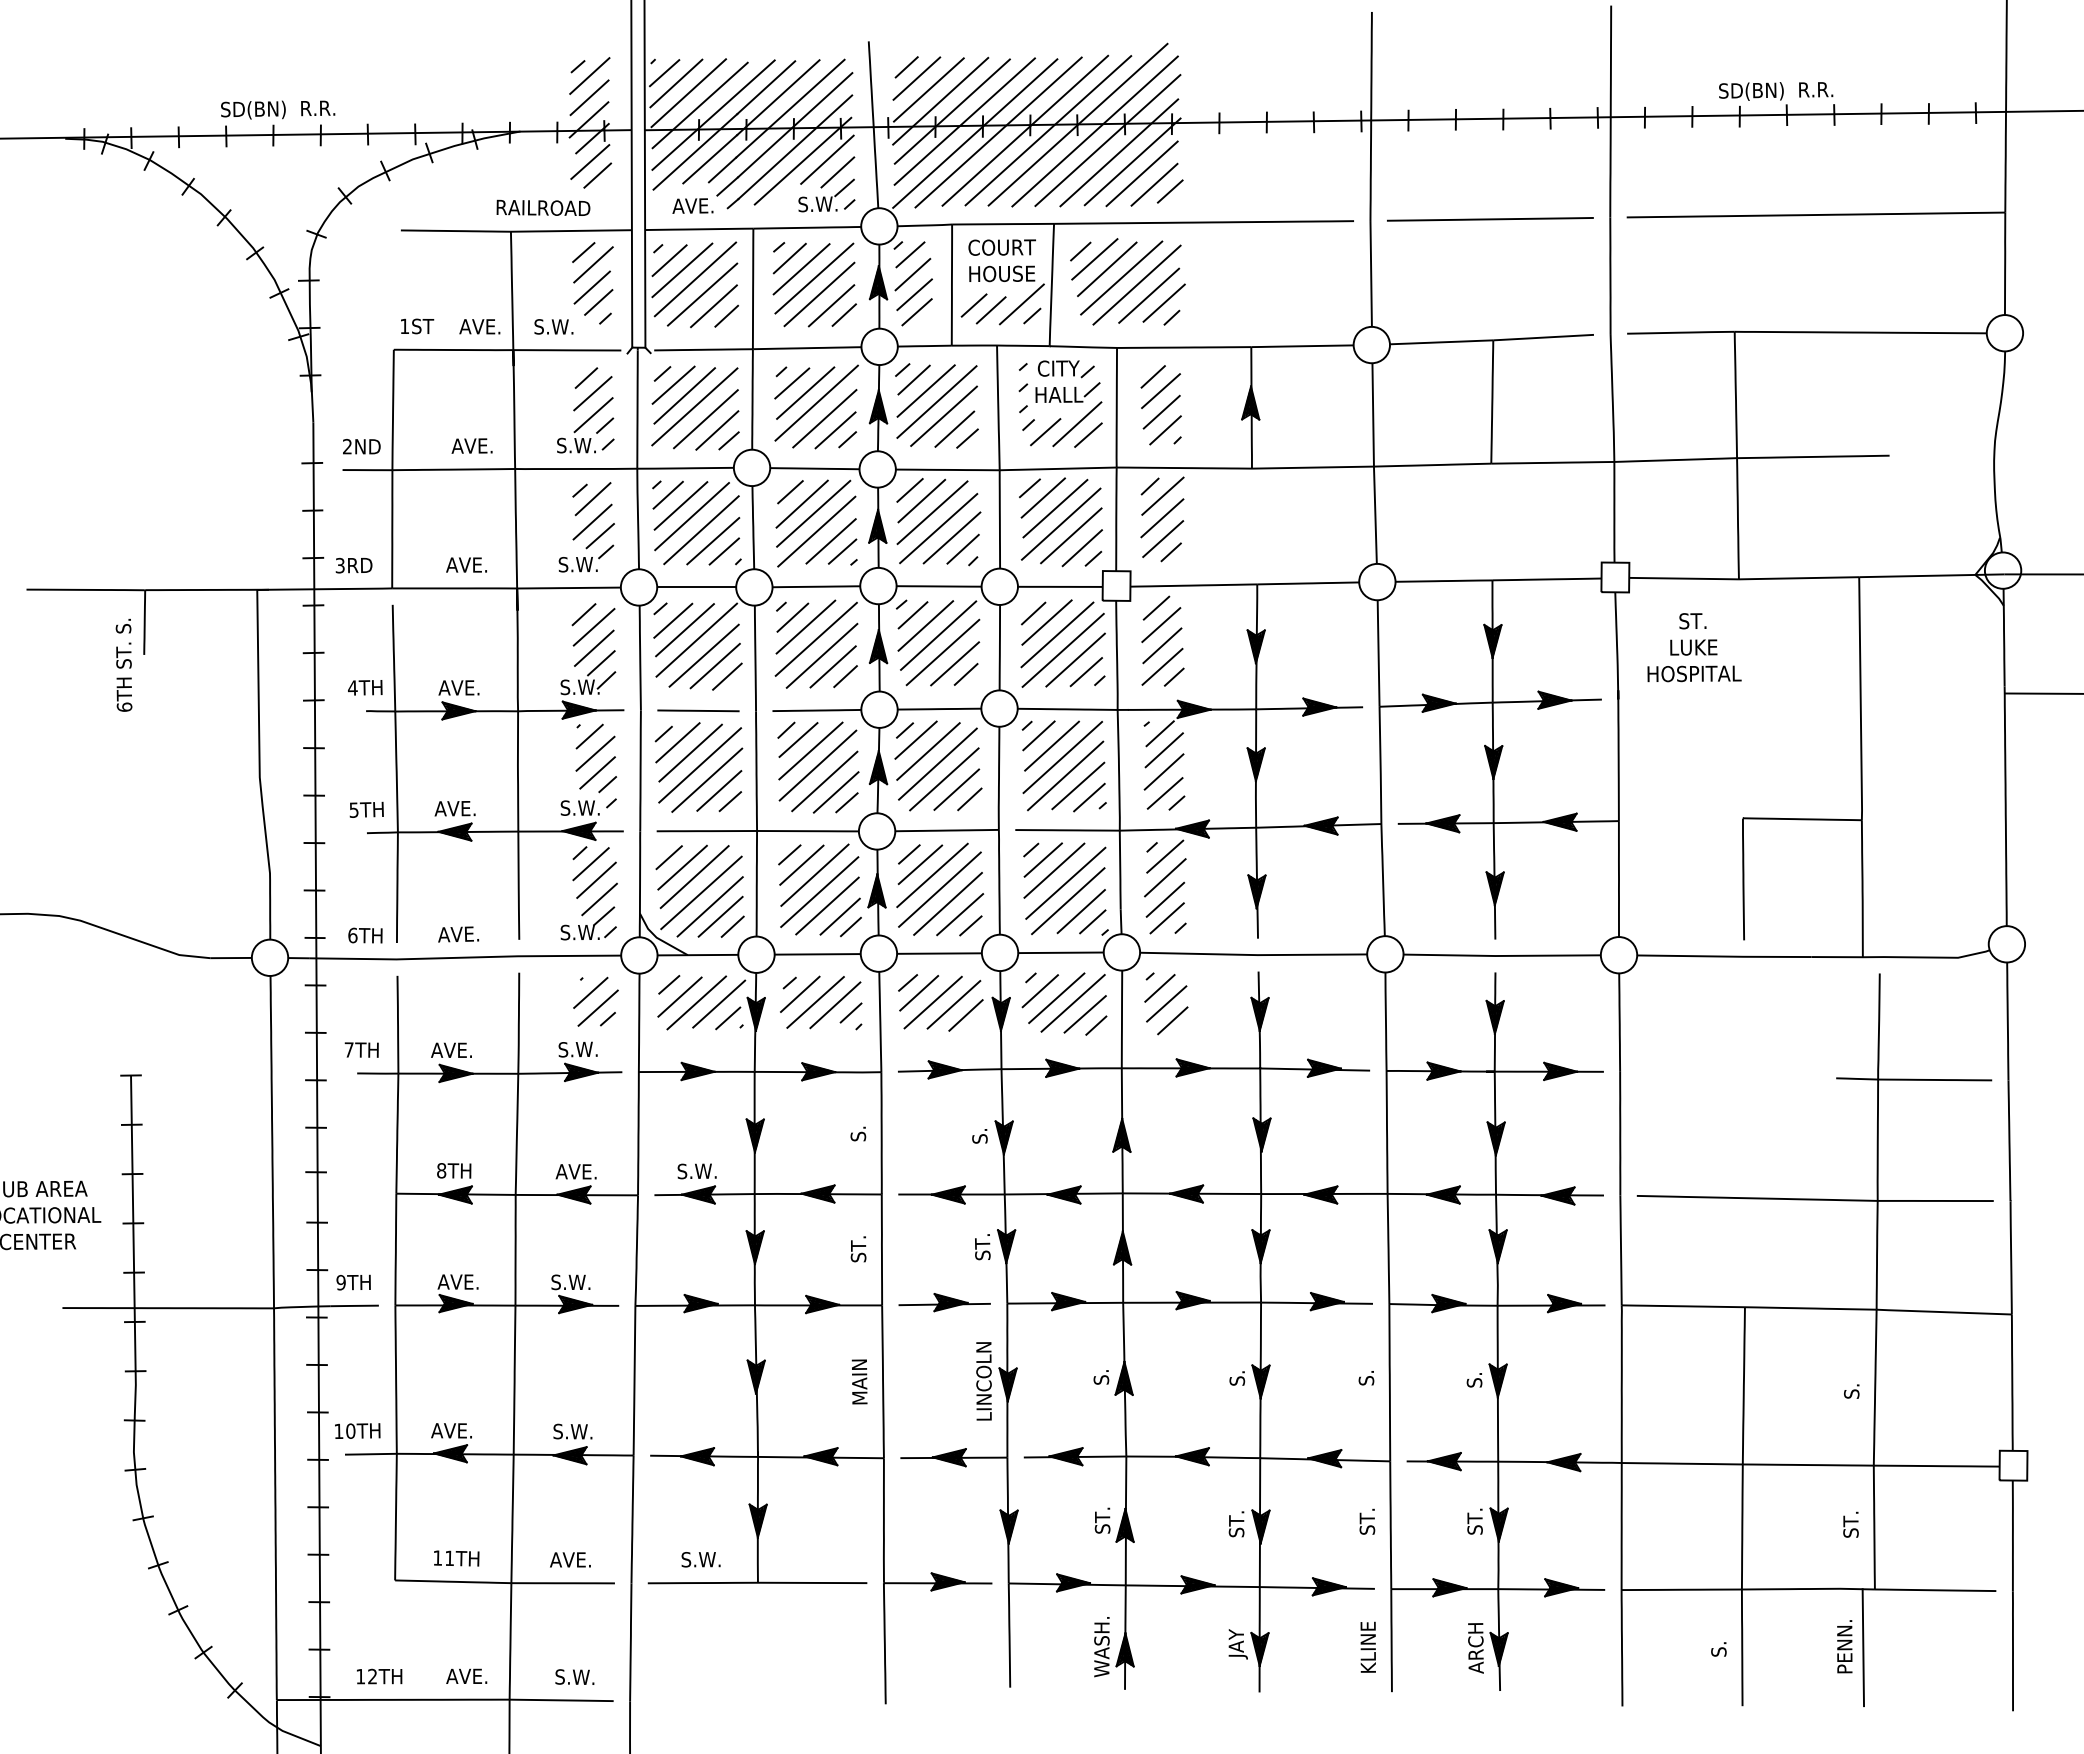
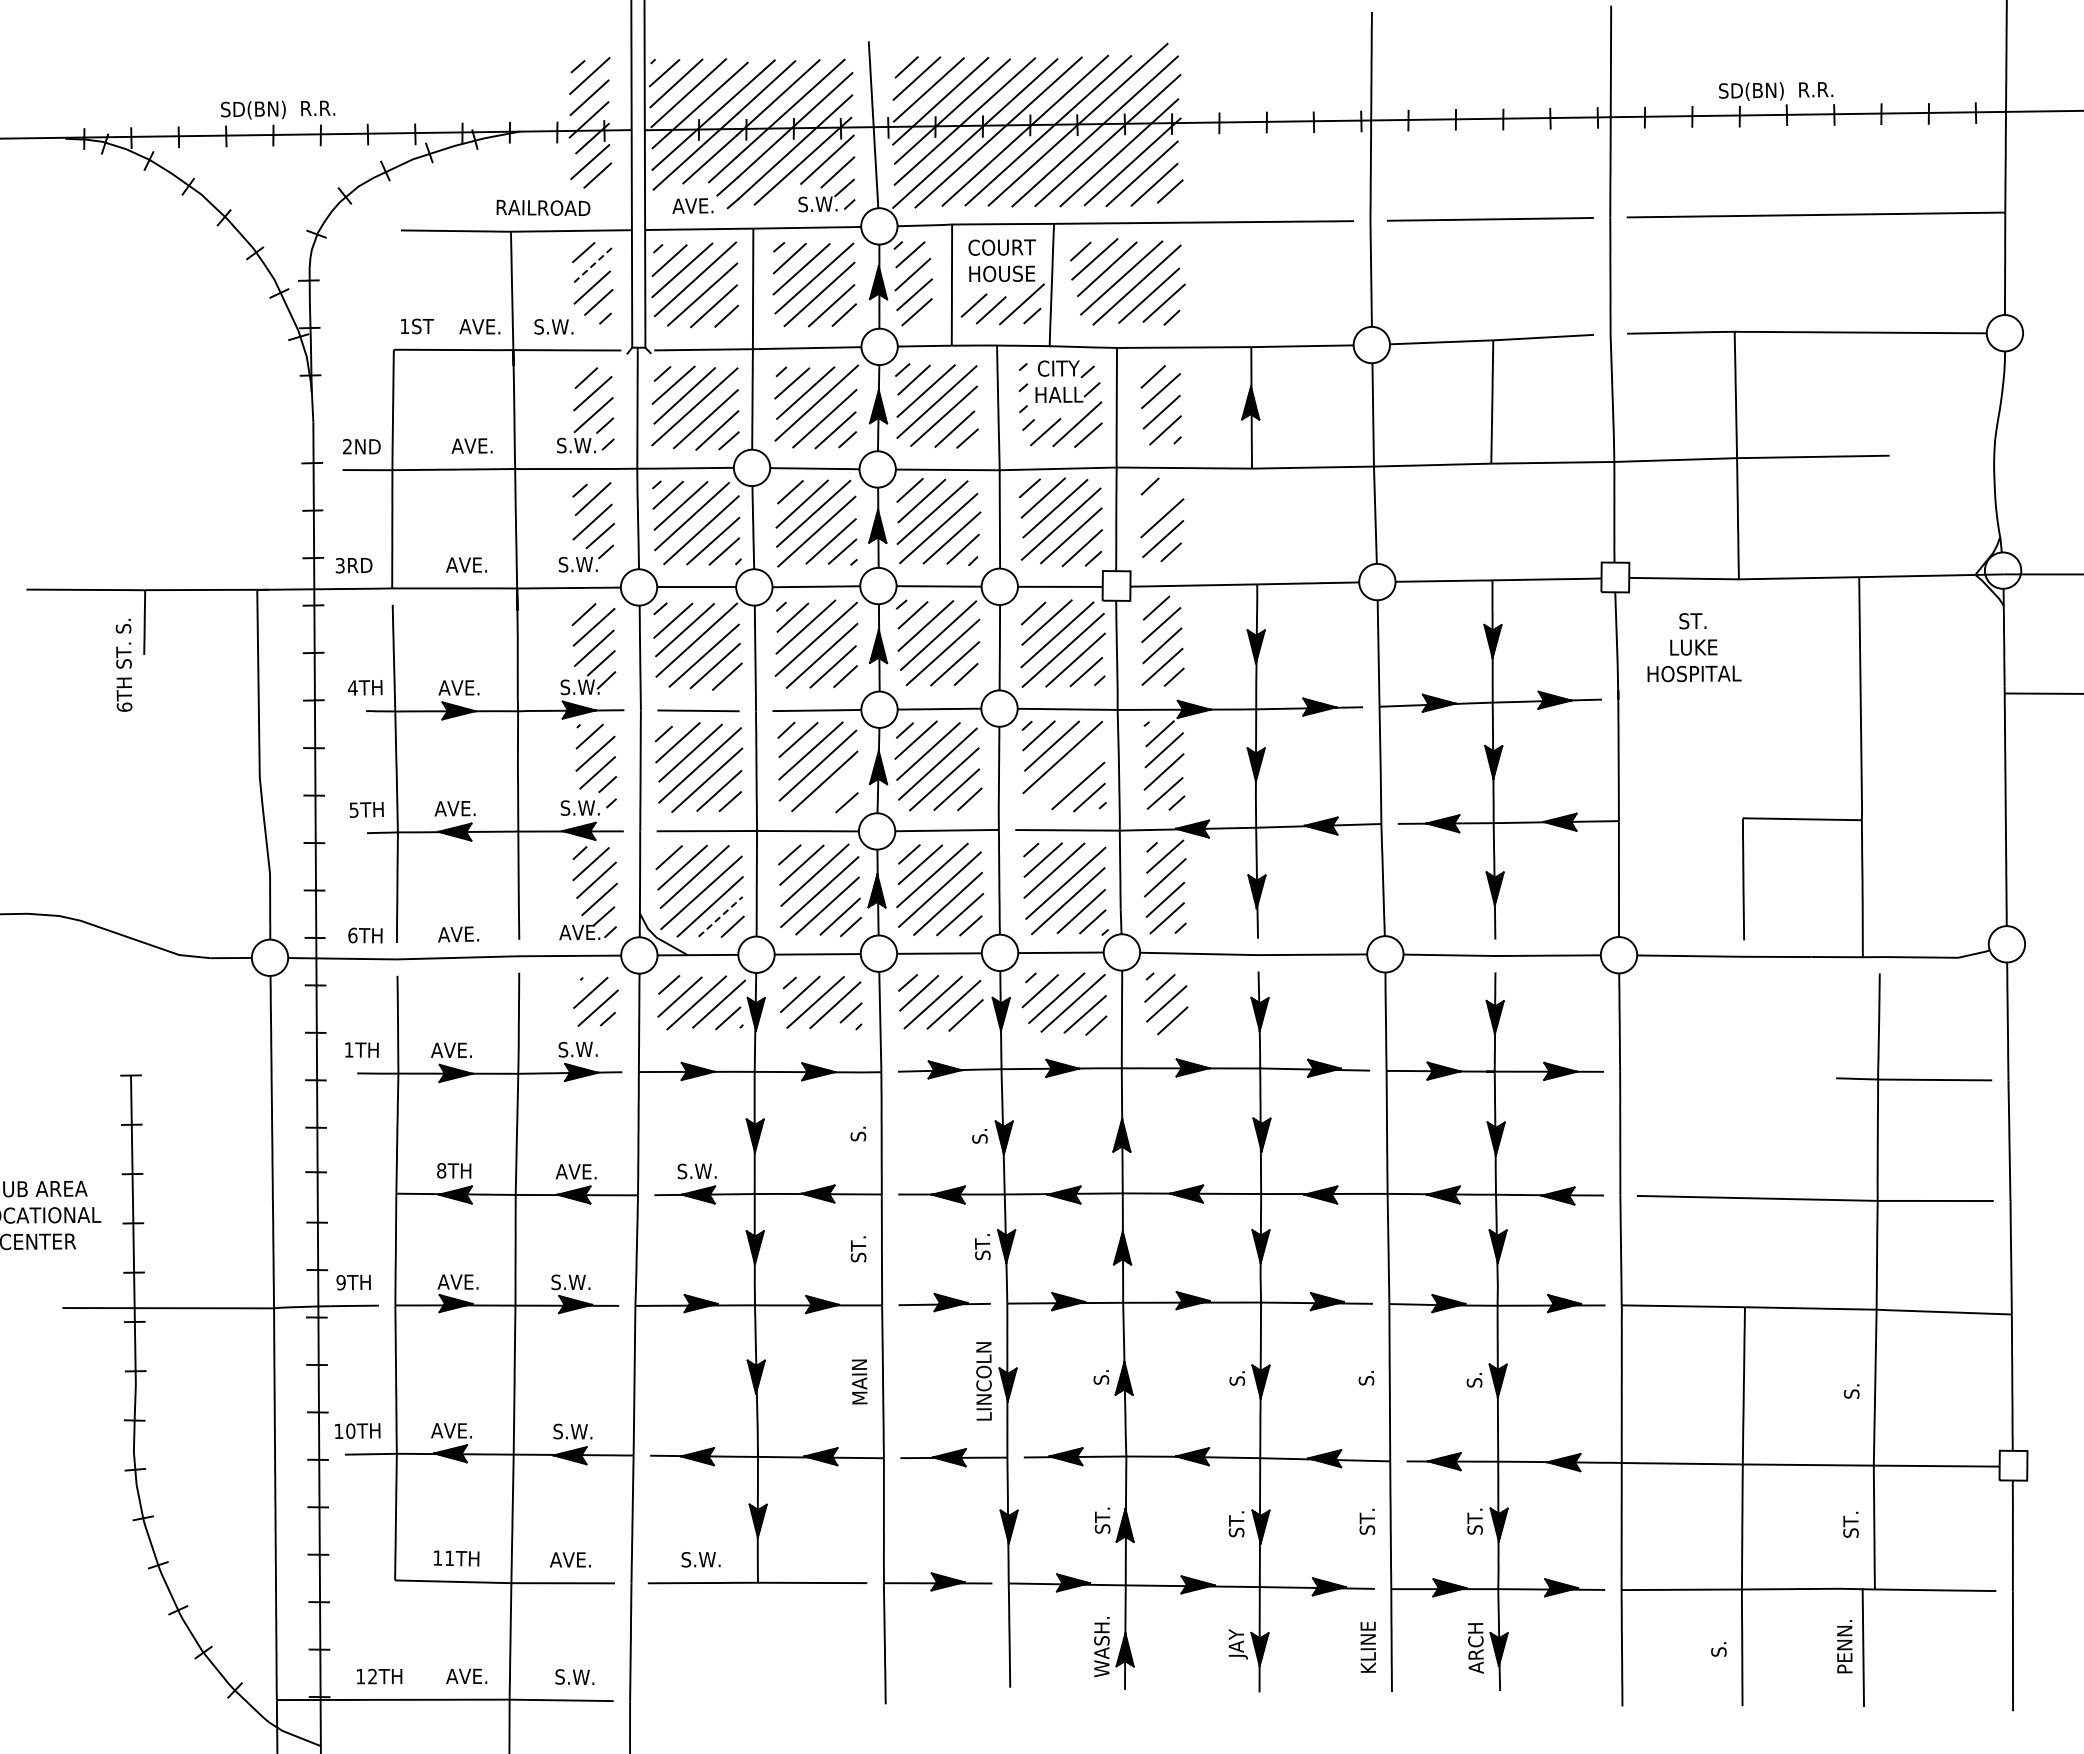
line at (593, 264): solid -> dashed
line at (1162, 495): present -> none
line at (1065, 775): present -> none
line at (835, 792): present -> none
line at (720, 916): solid -> dashed
text at (579, 932): S.W. -> AVE.
text at (348, 1049): 7TH -> 1TH
